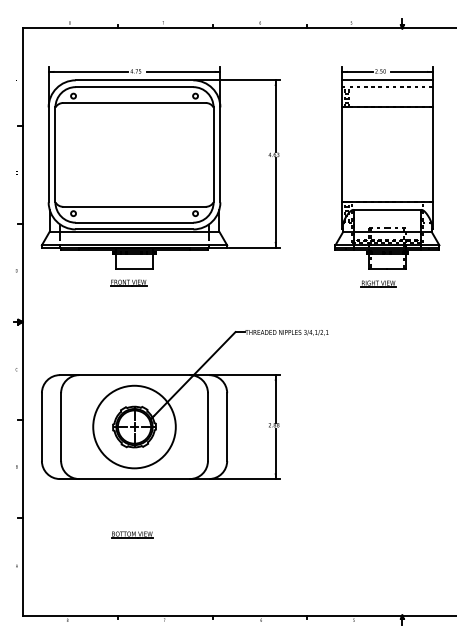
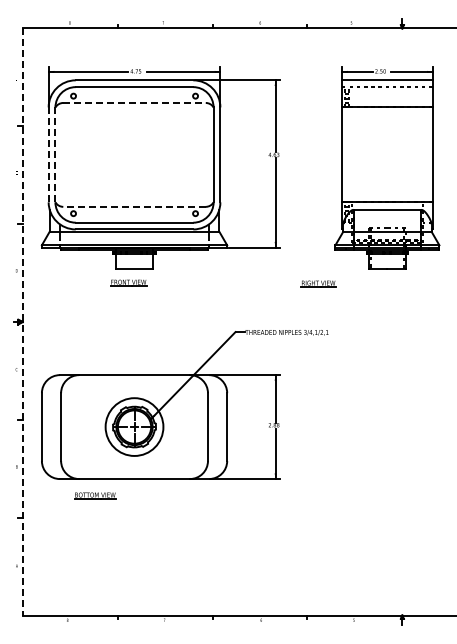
line at (135, 102): solid -> dashed
line at (48, 155): solid -> dashed
line at (55, 155): solid -> dashed
line at (134, 206): solid -> dashed
part at (378, 283) position: (378, 283) -> (318, 283)
line at (22, 321): solid -> dashed
circle at (134, 426) diameter: 83 px -> 58 px
part at (132, 534) position: (132, 534) -> (95, 495)
